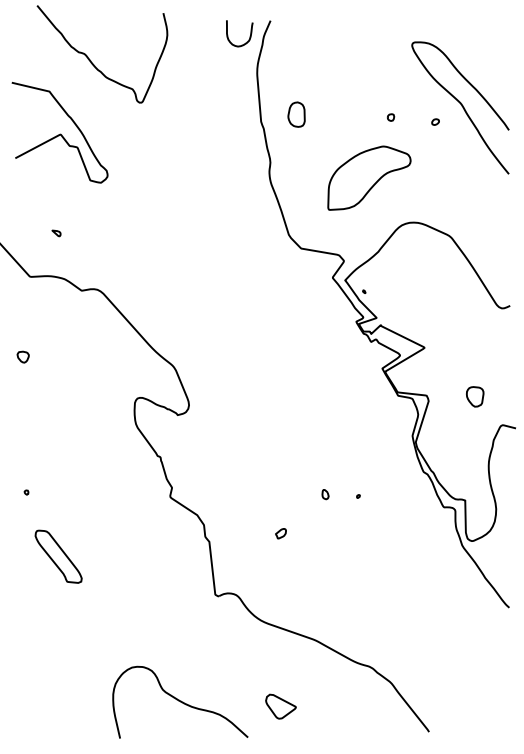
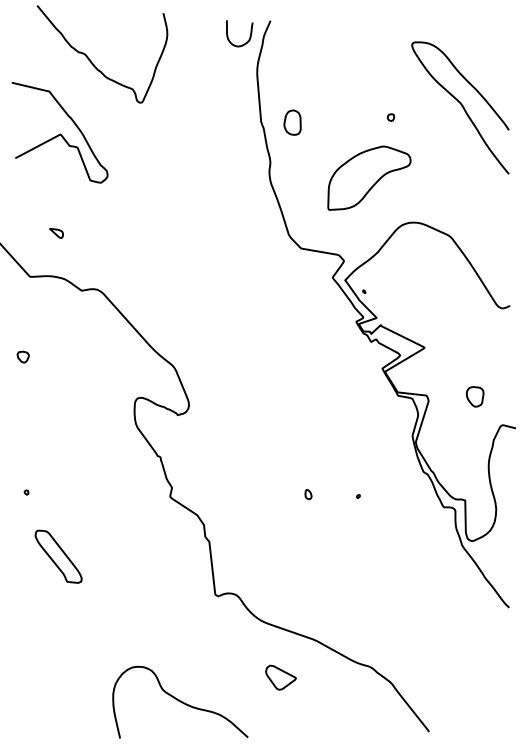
part at (296, 114) position: (296, 114) -> (292, 122)
part at (435, 121): present -> none
part at (56, 233) size: 11x9 px -> 15x11 px
part at (325, 494) position: (325, 494) -> (308, 494)
part at (280, 533): present -> none
part at (280, 706) position: (280, 706) -> (280, 677)
